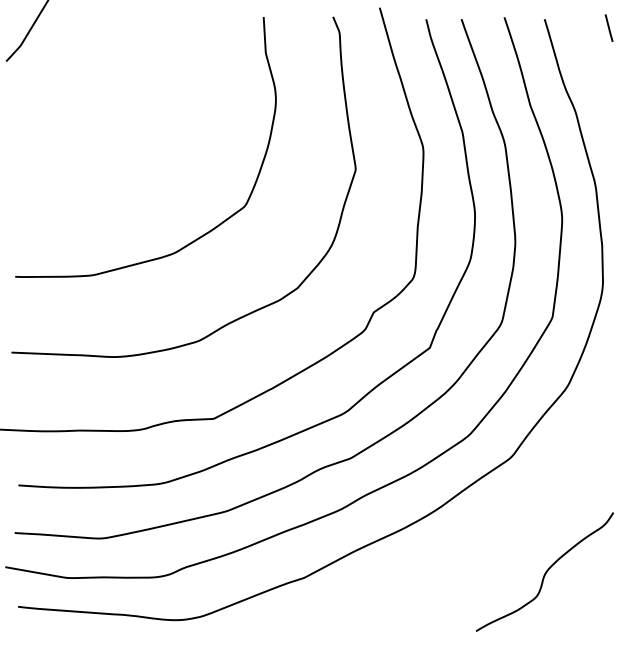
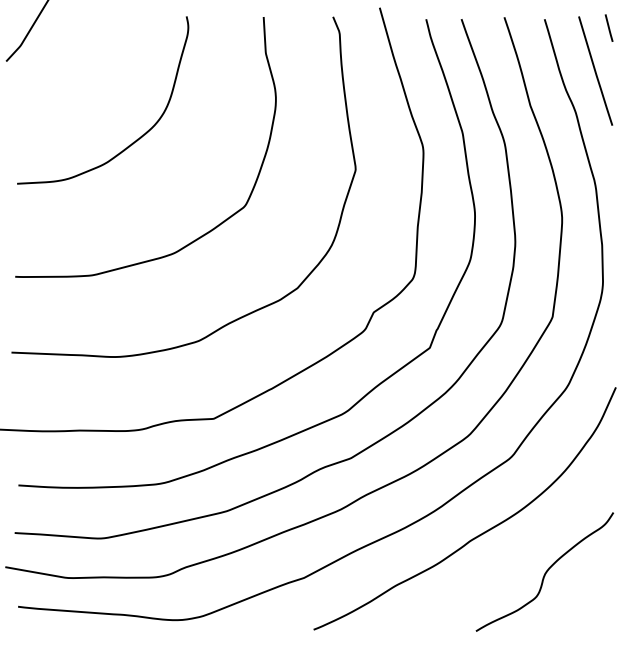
line at (595, 70): none -> present
curve at (137, 138): none -> present
curve at (477, 535): none -> present
